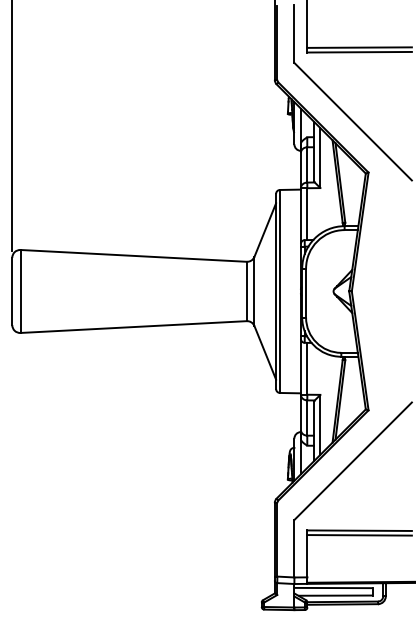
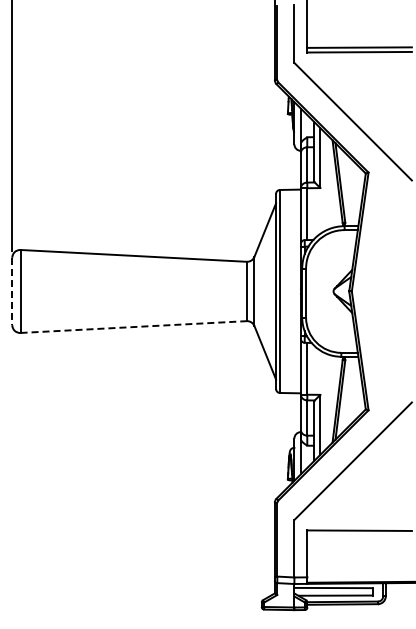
line at (12, 291): solid -> dashed
line at (134, 327): solid -> dashed
line at (359, 535): present -> none
